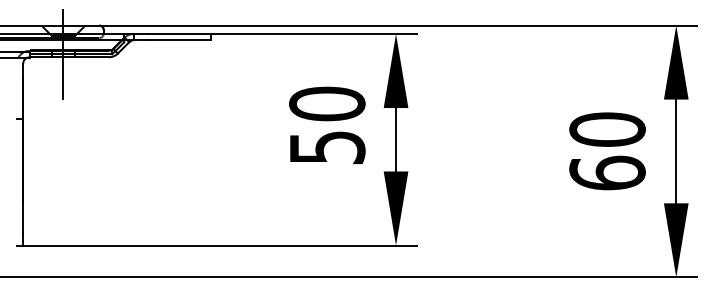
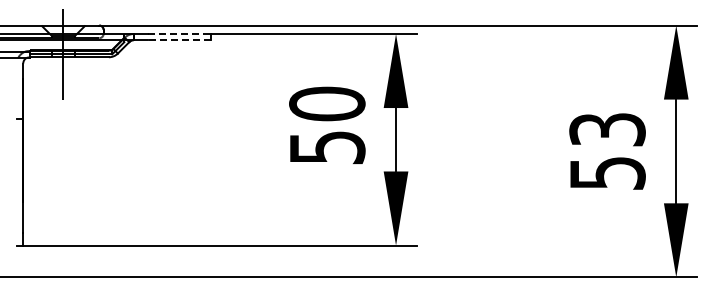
line at (179, 34): solid -> dashed
line at (179, 40): solid -> dashed
text at (607, 151): 60 -> 53
